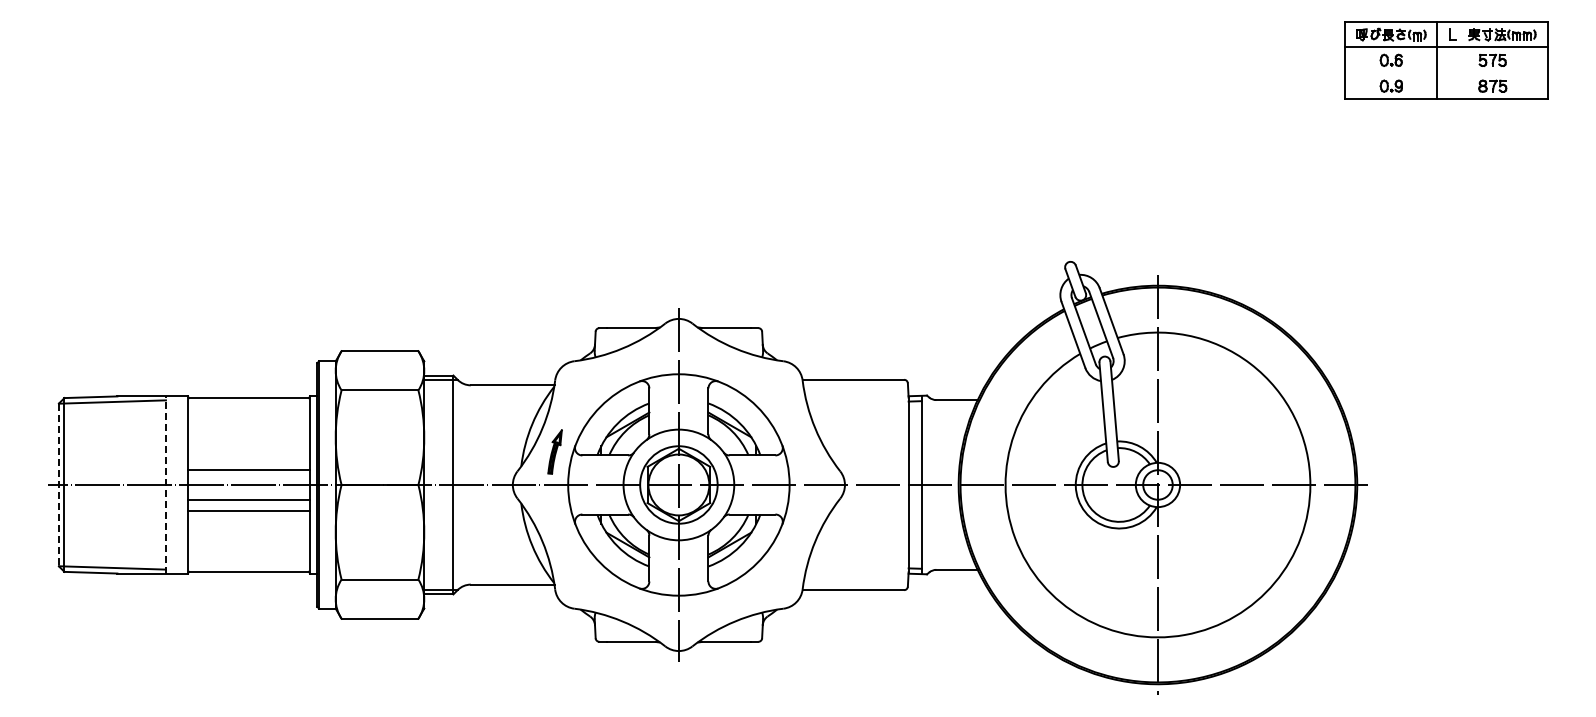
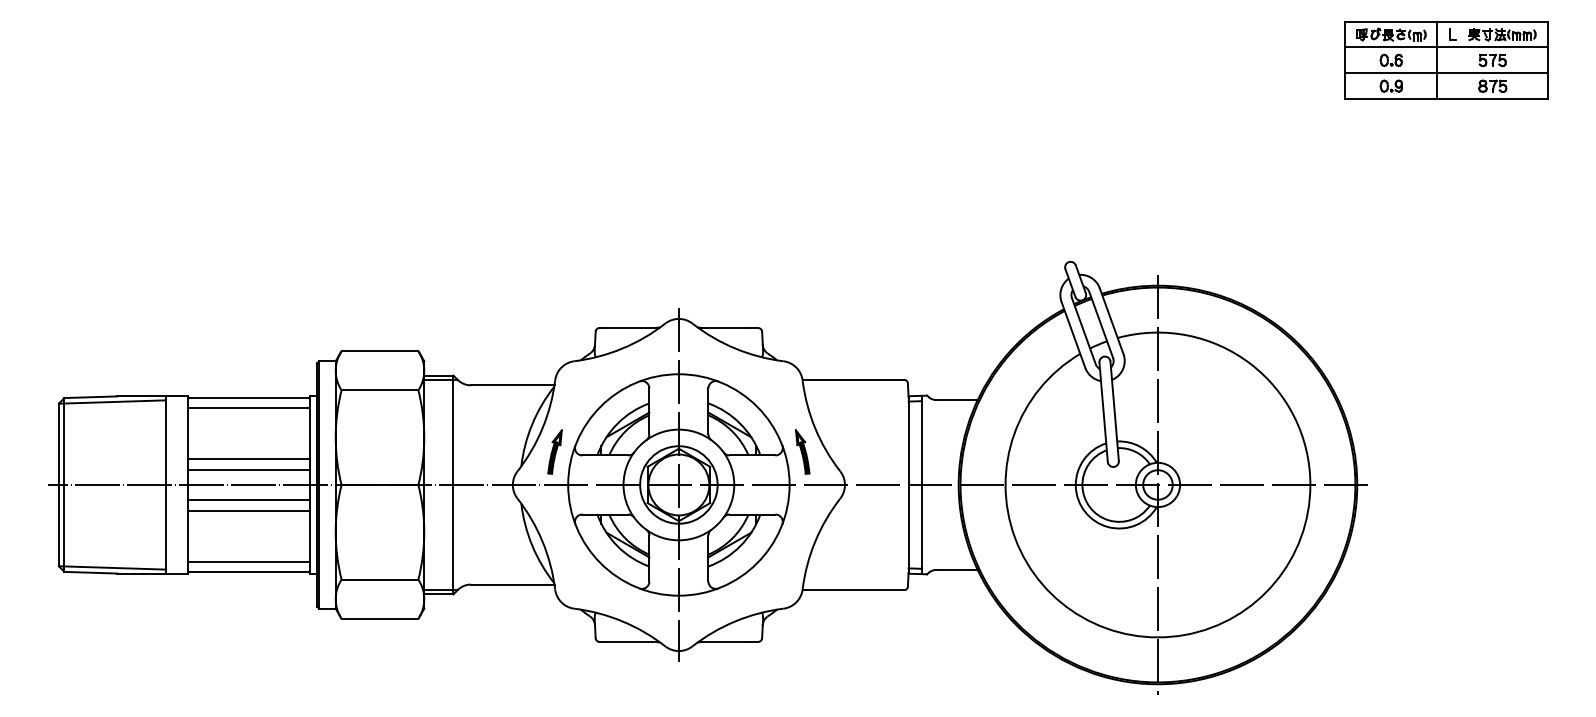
line at (1446, 73): none -> present
line at (248, 408): none -> present
part at (802, 451): none -> present
line at (248, 459): none -> present
line at (165, 484): dashed -> solid
line at (58, 485): dashed -> solid
line at (248, 561): none -> present
